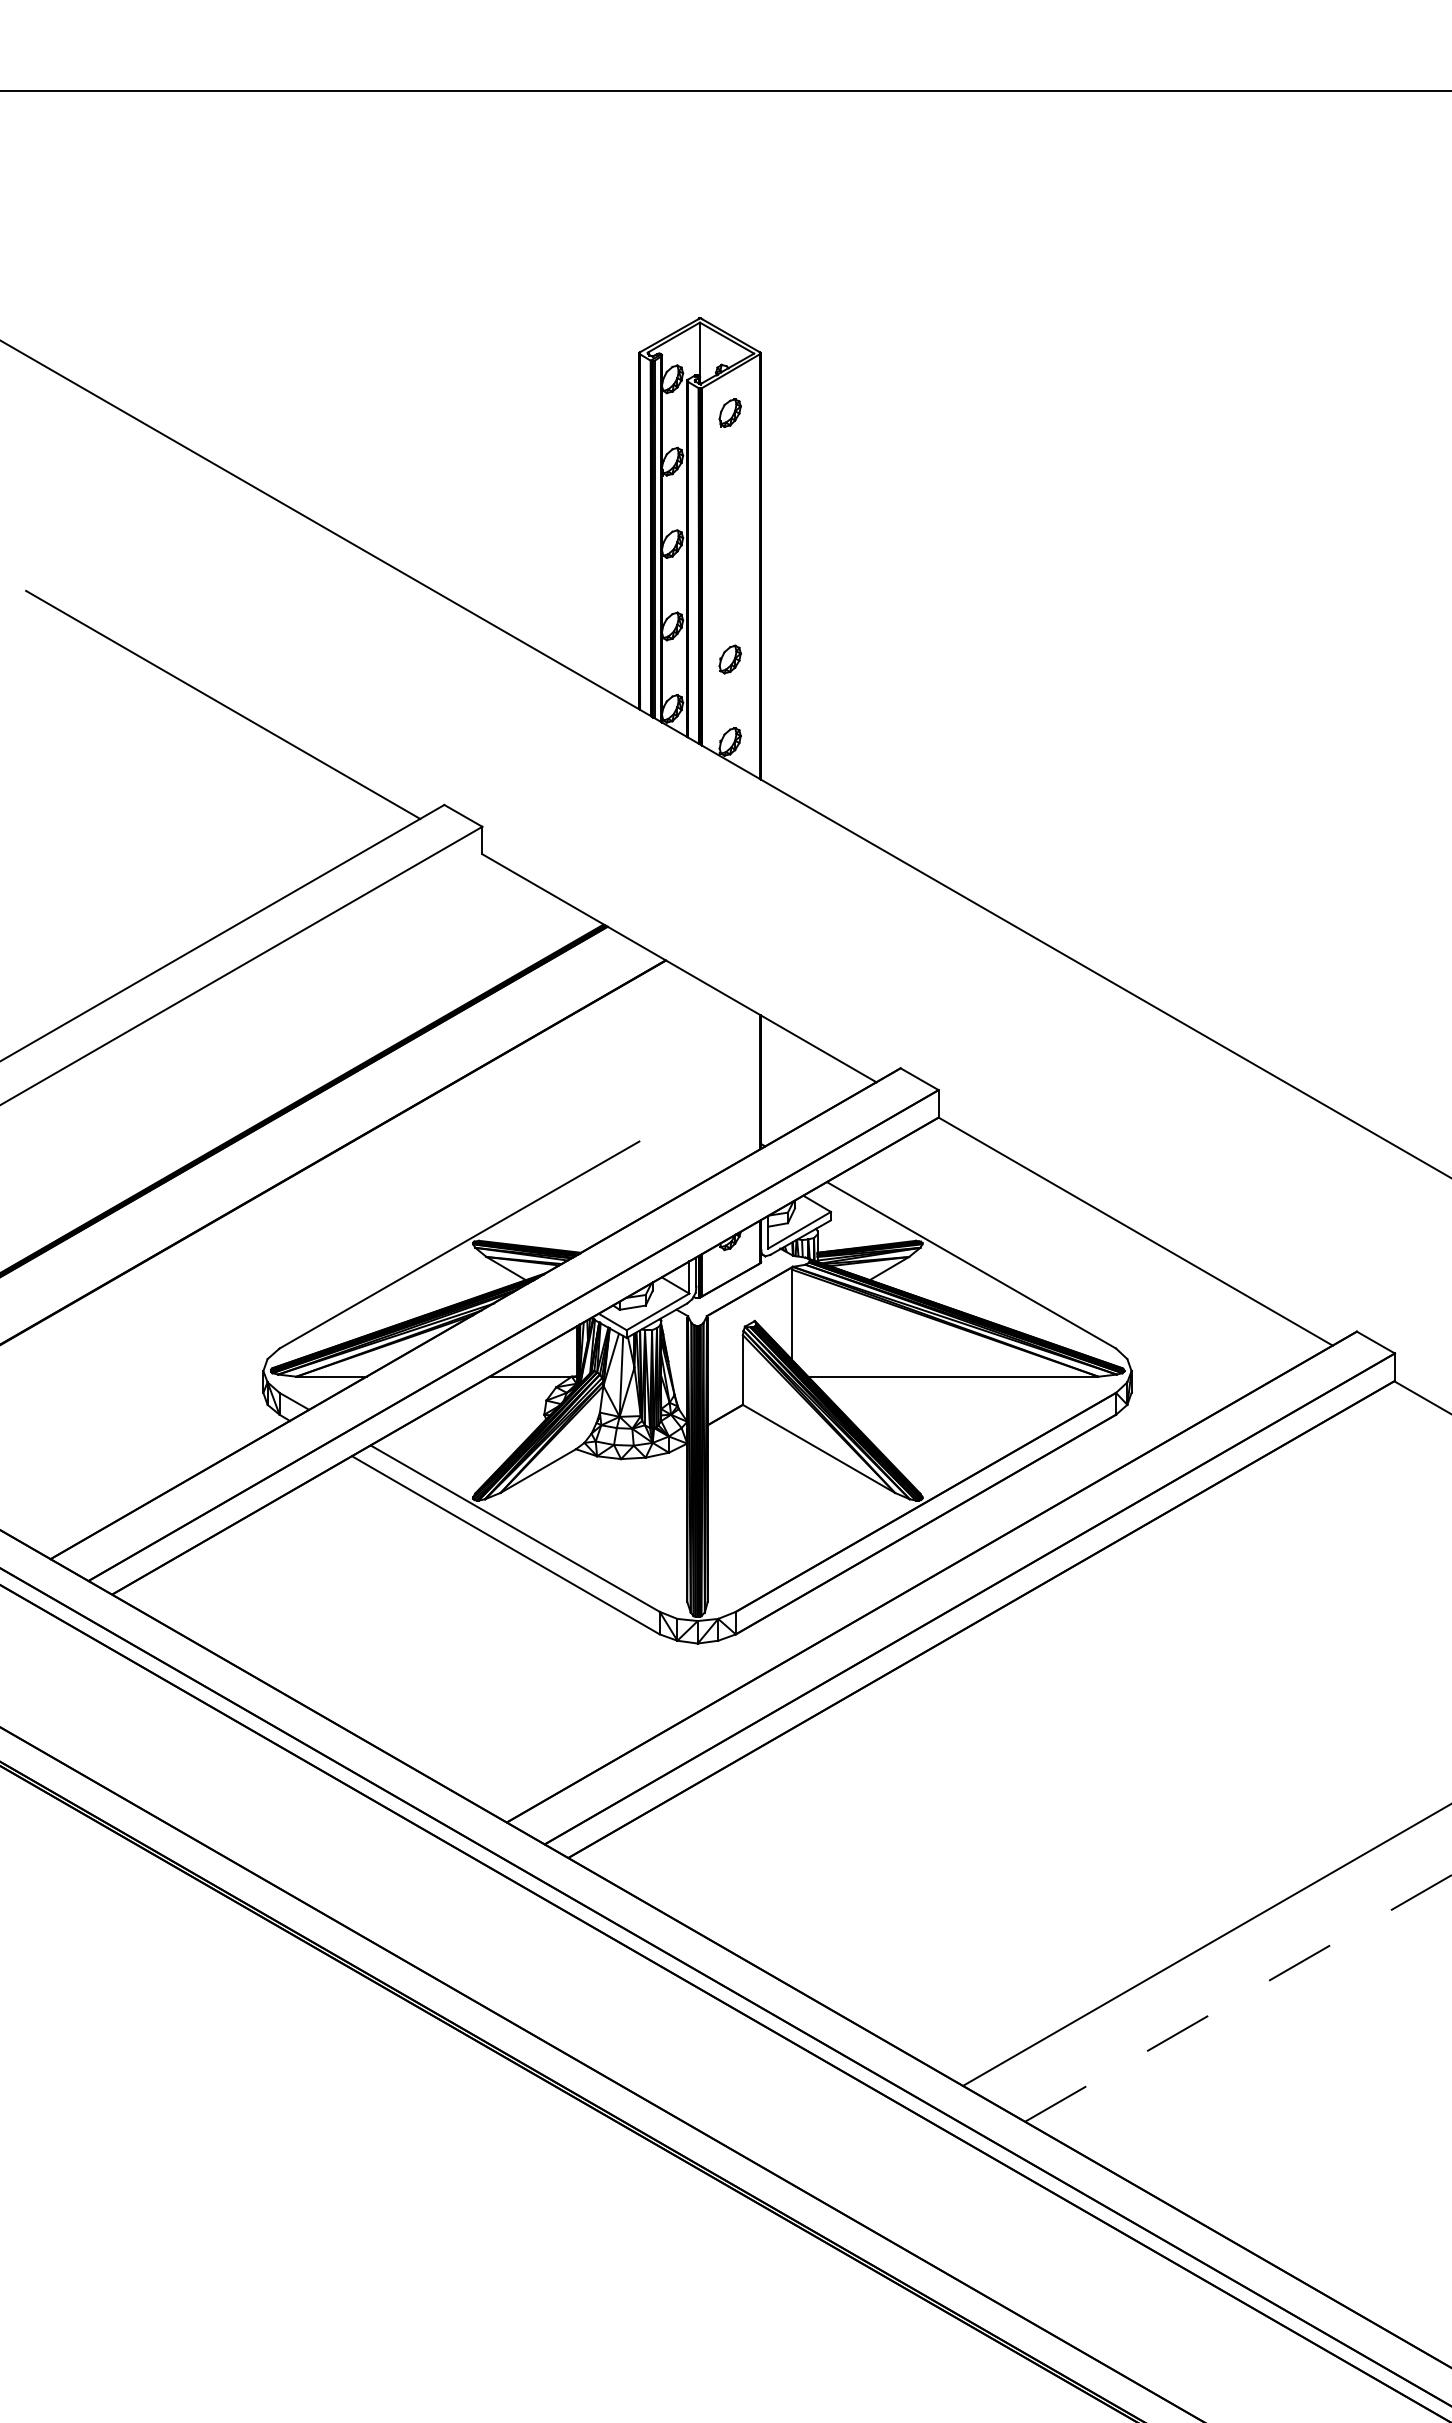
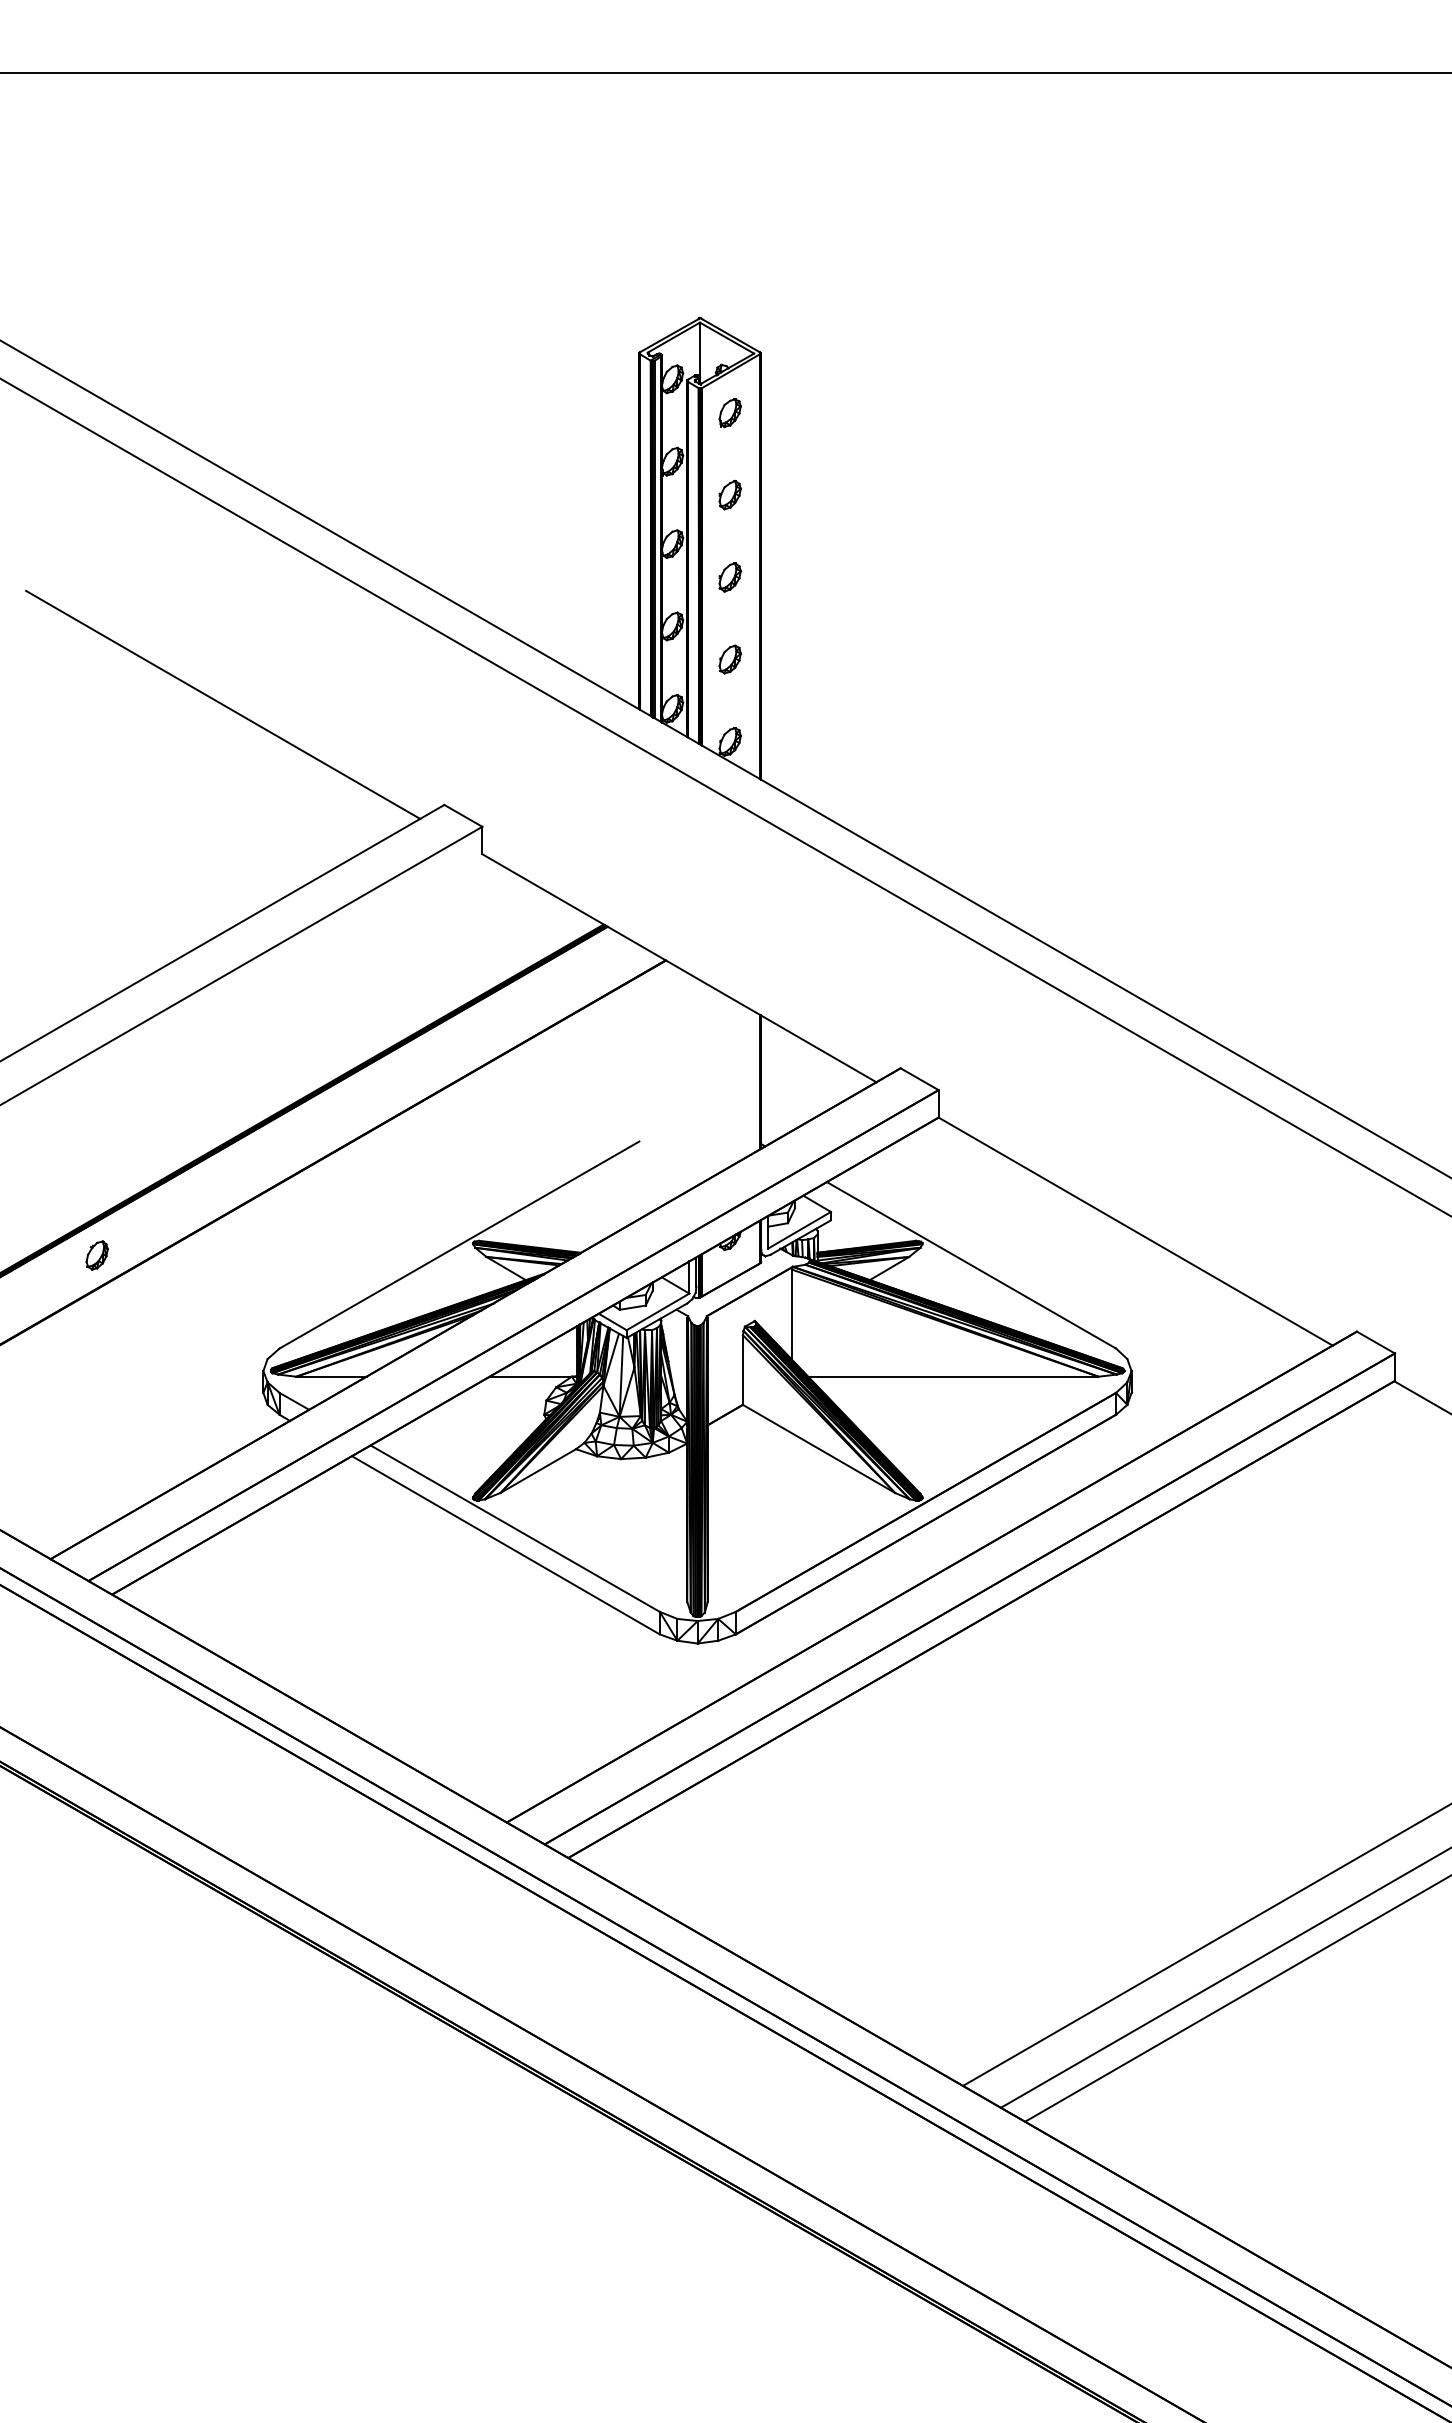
line at (725, 90) position: (725, 90) -> (725, 72)
part at (729, 495): none -> present
part at (729, 577): none -> present
line at (725, 797): none -> present
part at (96, 1255): none -> present
line at (1224, 1978): none -> present
line at (1238, 1998): dashed -> solid
